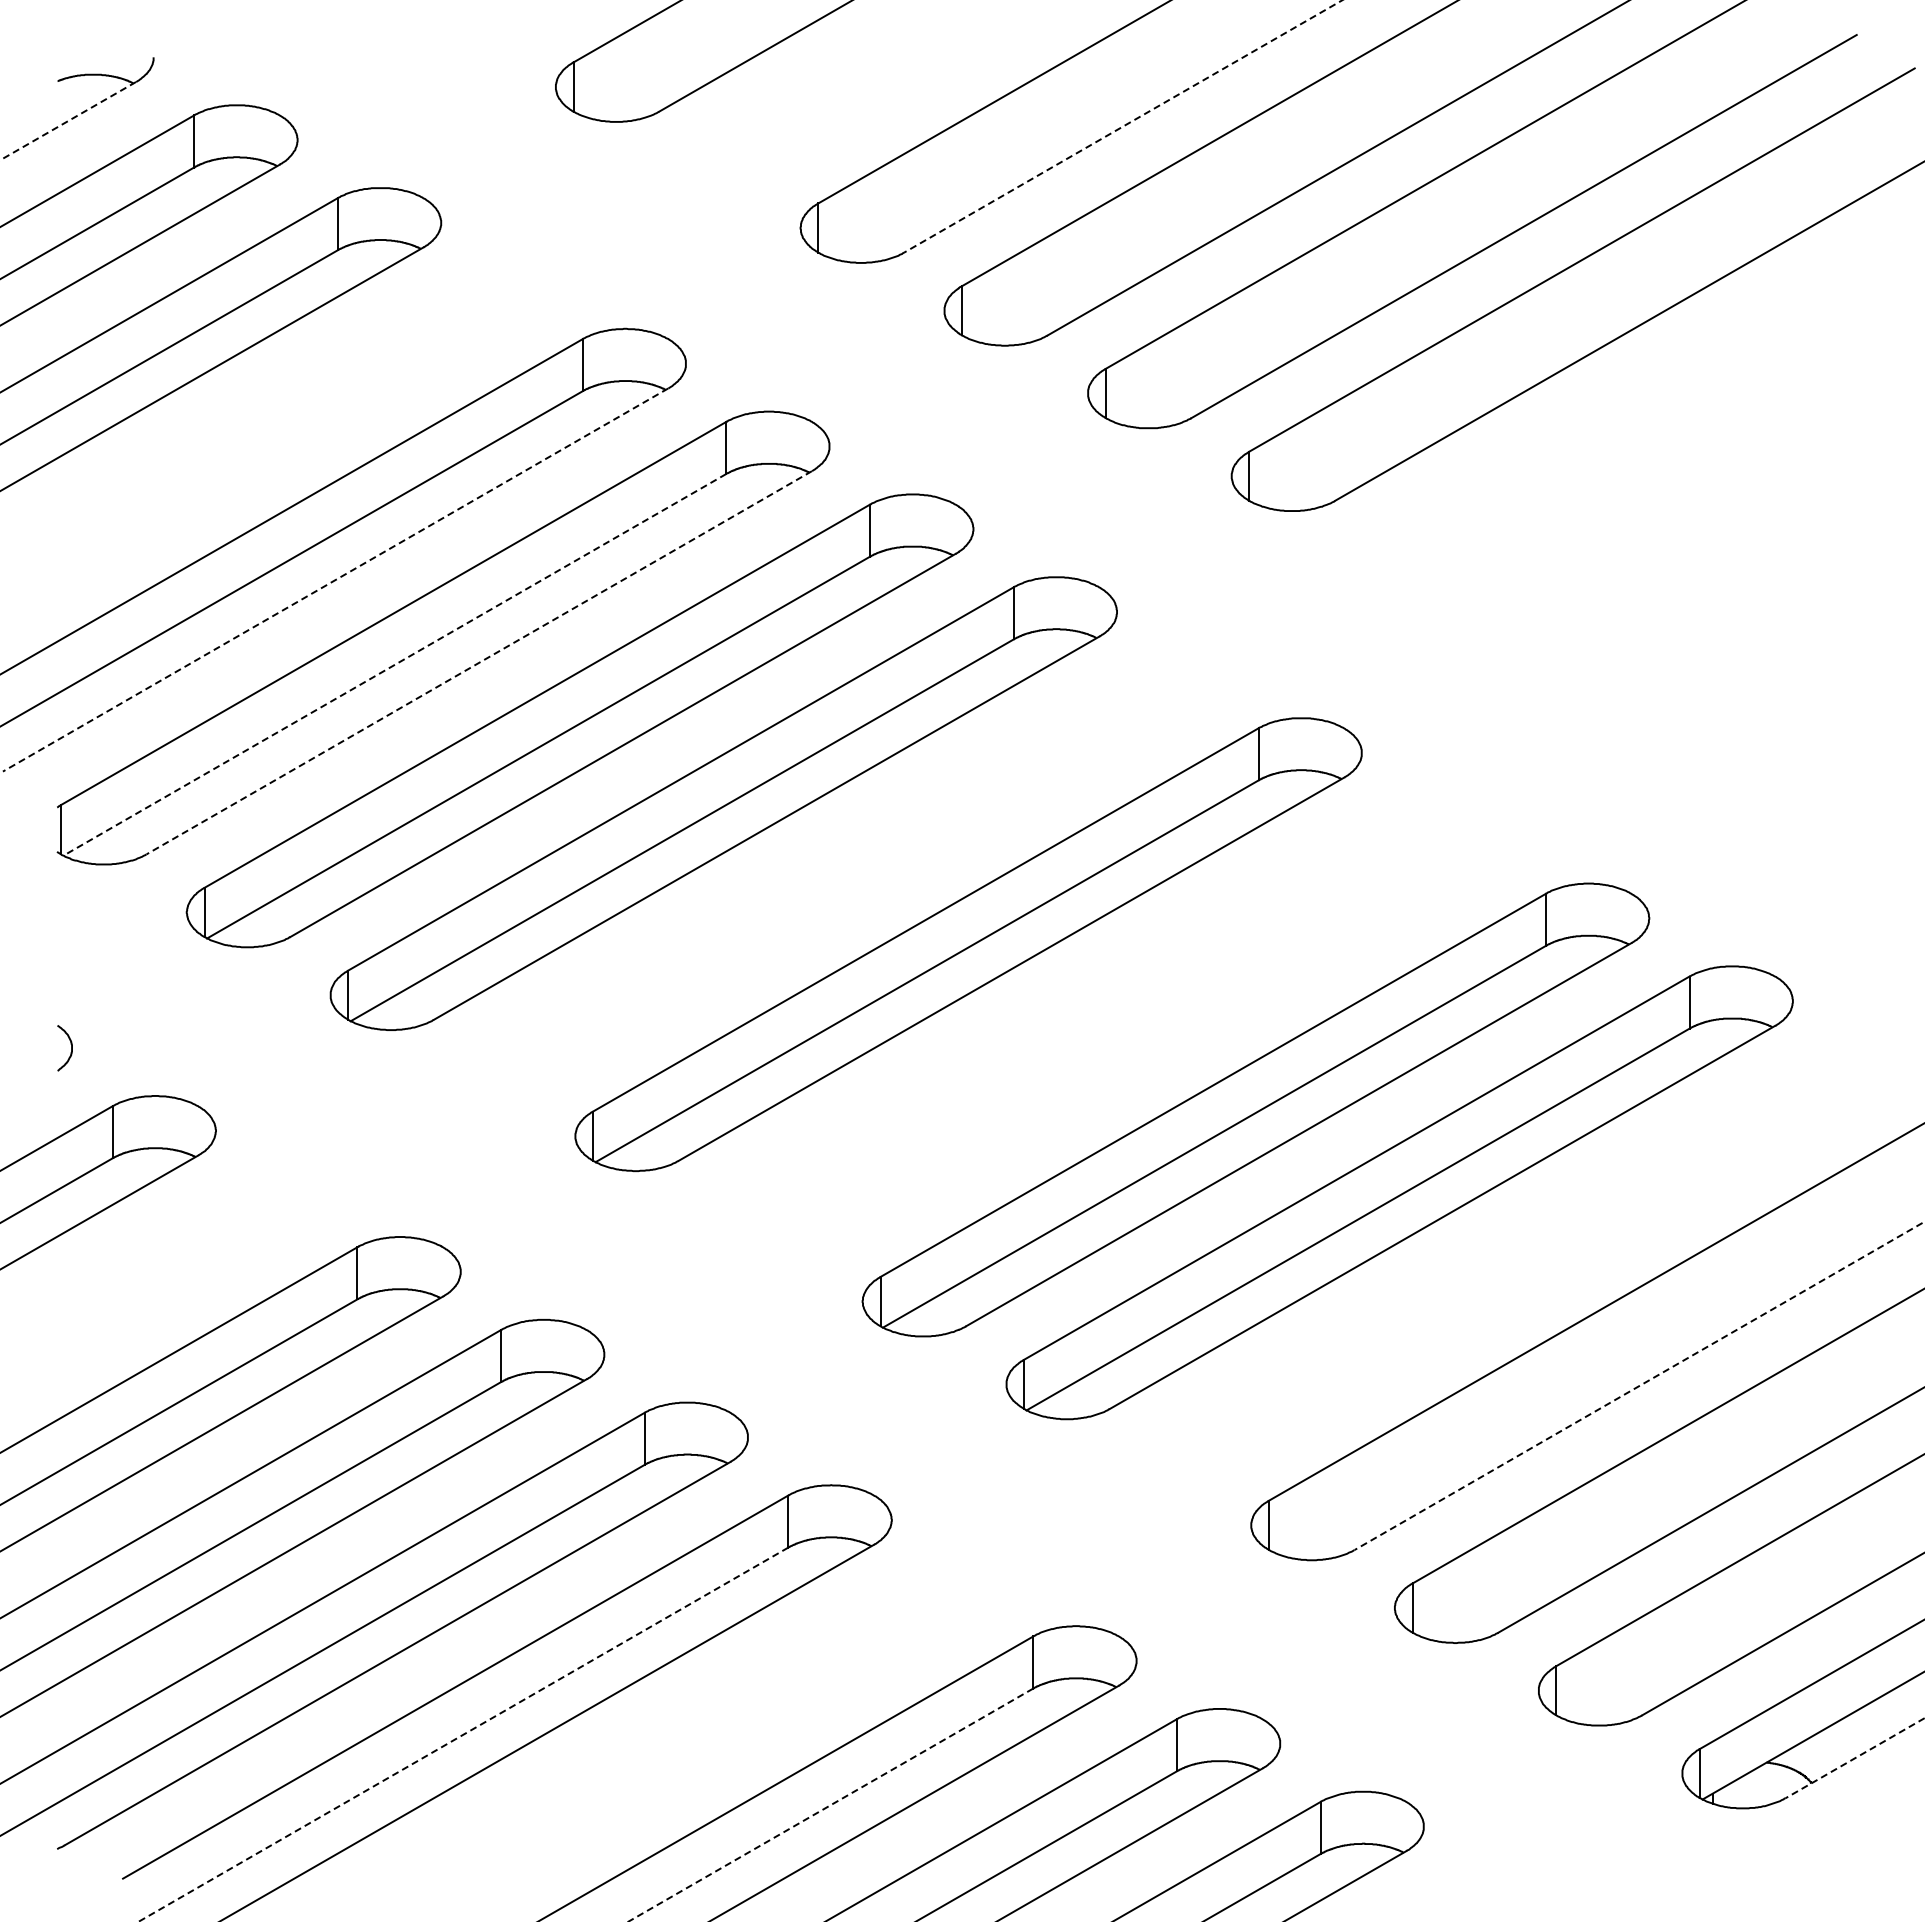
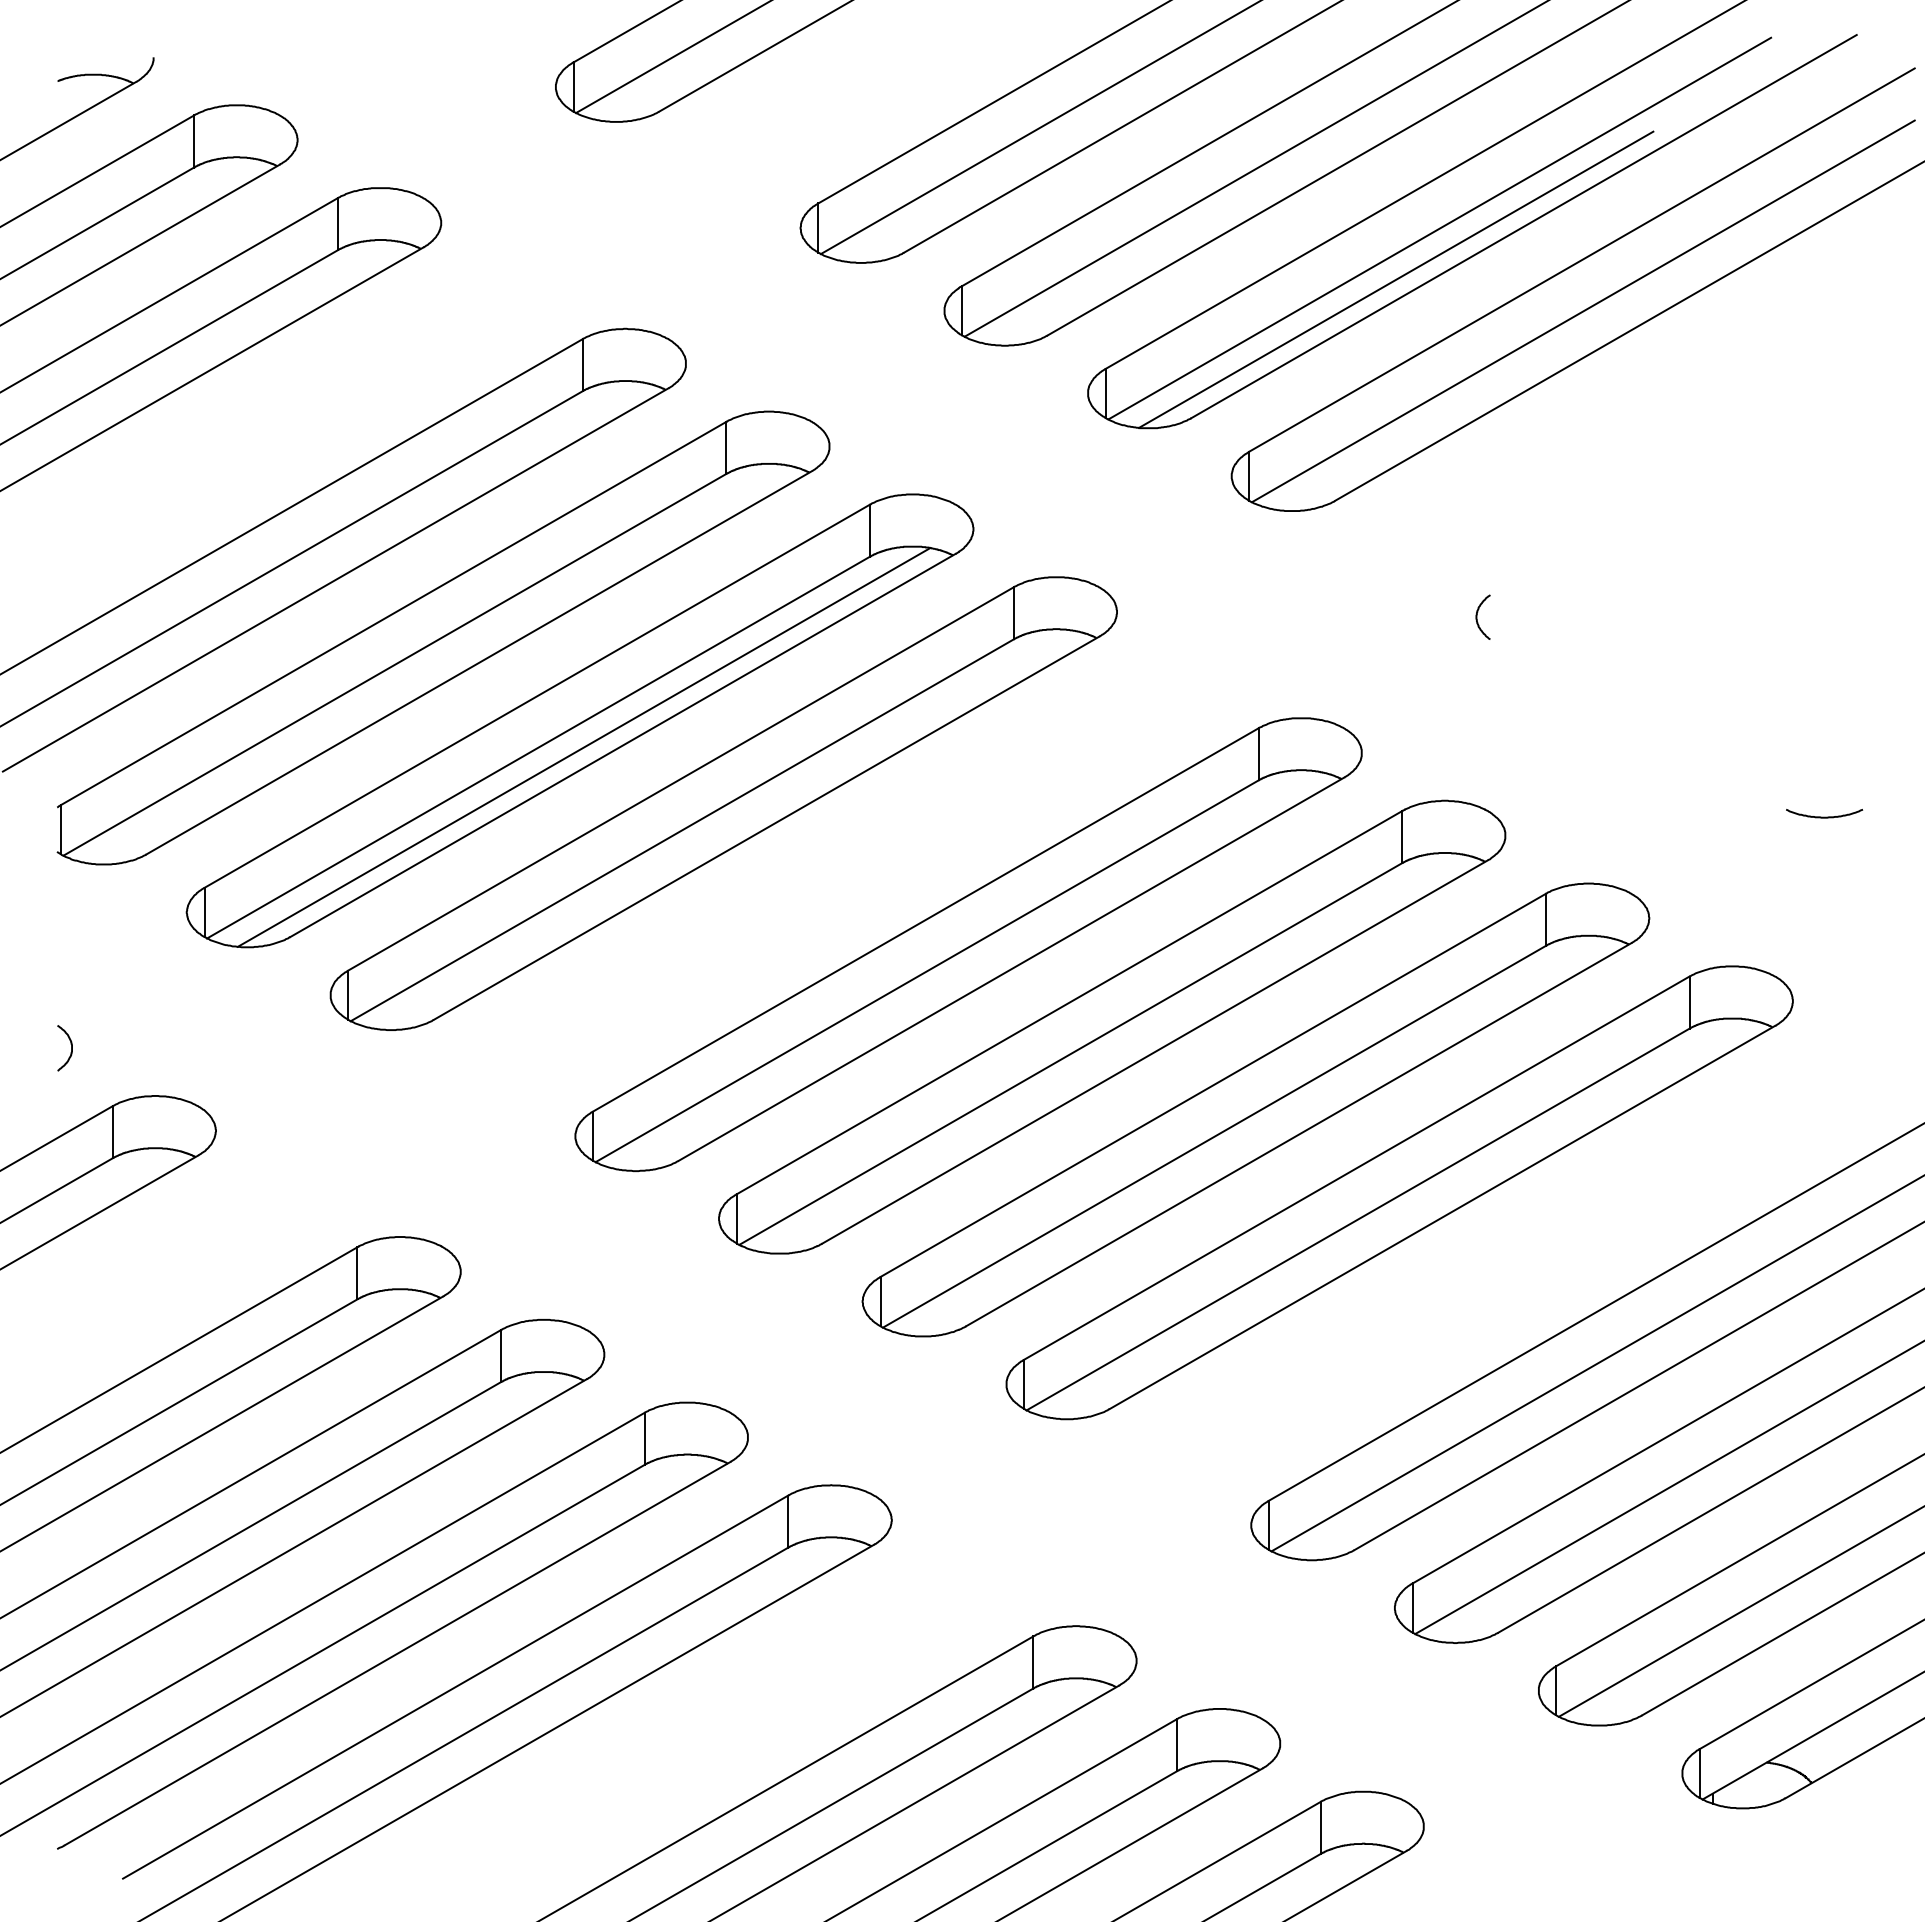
line at (672, 57): none -> present
line at (67, 121): dashed -> solid
line at (1123, 126): dashed -> solid
line at (1039, 128): none -> present
line at (1254, 169): none -> present
line at (1439, 228): none -> present
line at (1395, 279): none -> present
line at (1582, 311): none -> present
line at (335, 580): dashed -> solid
curve at (1477, 616): none -> present
line at (479, 662): dashed -> solid
line at (394, 665): dashed -> solid
line at (583, 747): none -> present
curve at (1824, 816): none -> present
part at (1112, 1026): none -> present
line at (1596, 1364): none -> present
line at (1639, 1385): dashed -> solid
line at (1668, 1488): none -> present
line at (1739, 1611): none -> present
line at (463, 1734): dashed -> solid
line at (1854, 1758): dashed -> solid
line at (830, 1805): dashed -> solid
